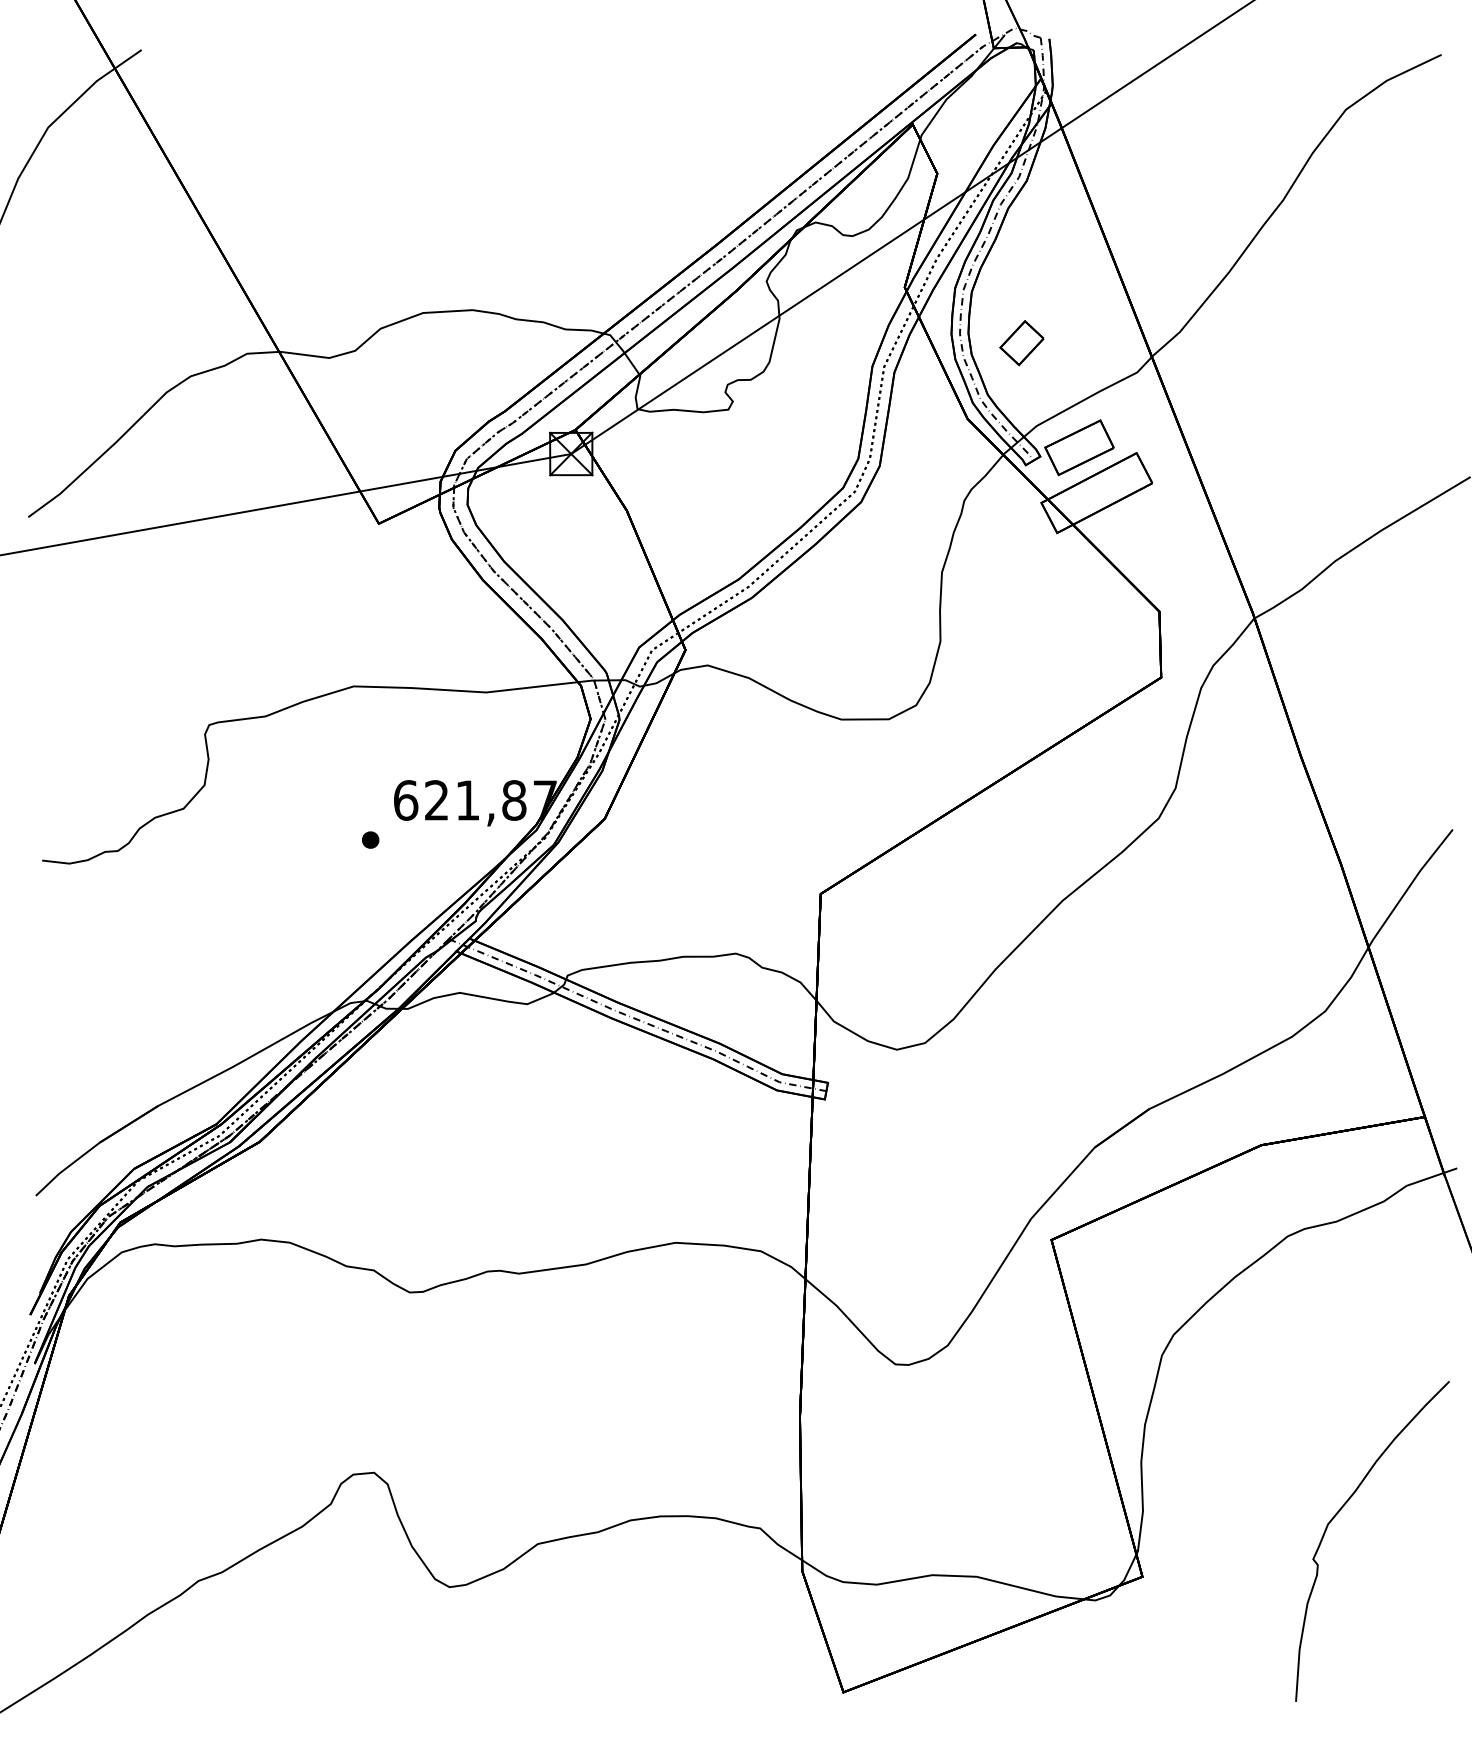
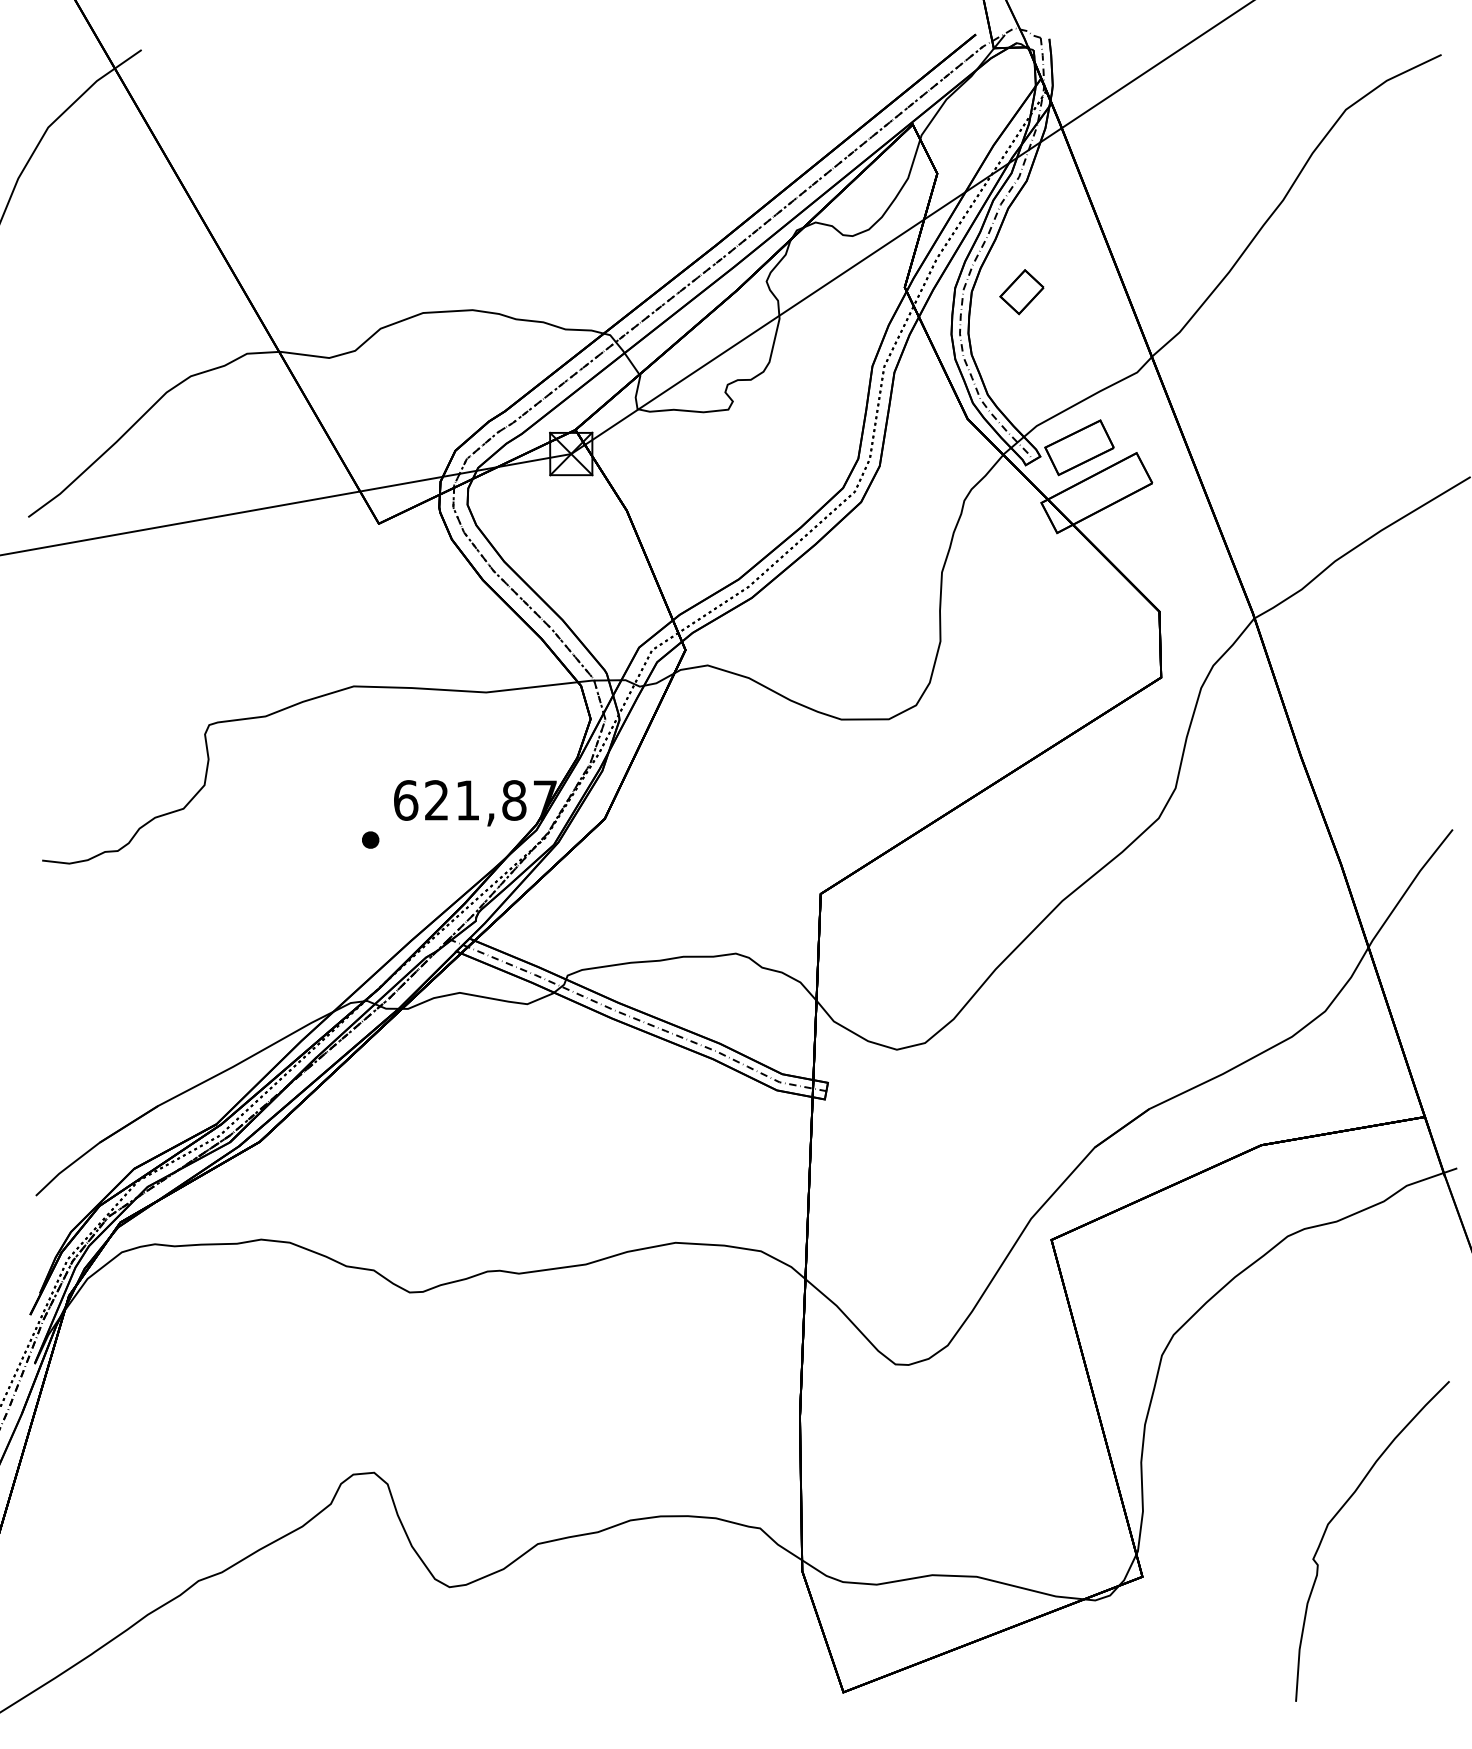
part at (1021, 343) position: (1021, 343) -> (1021, 292)
